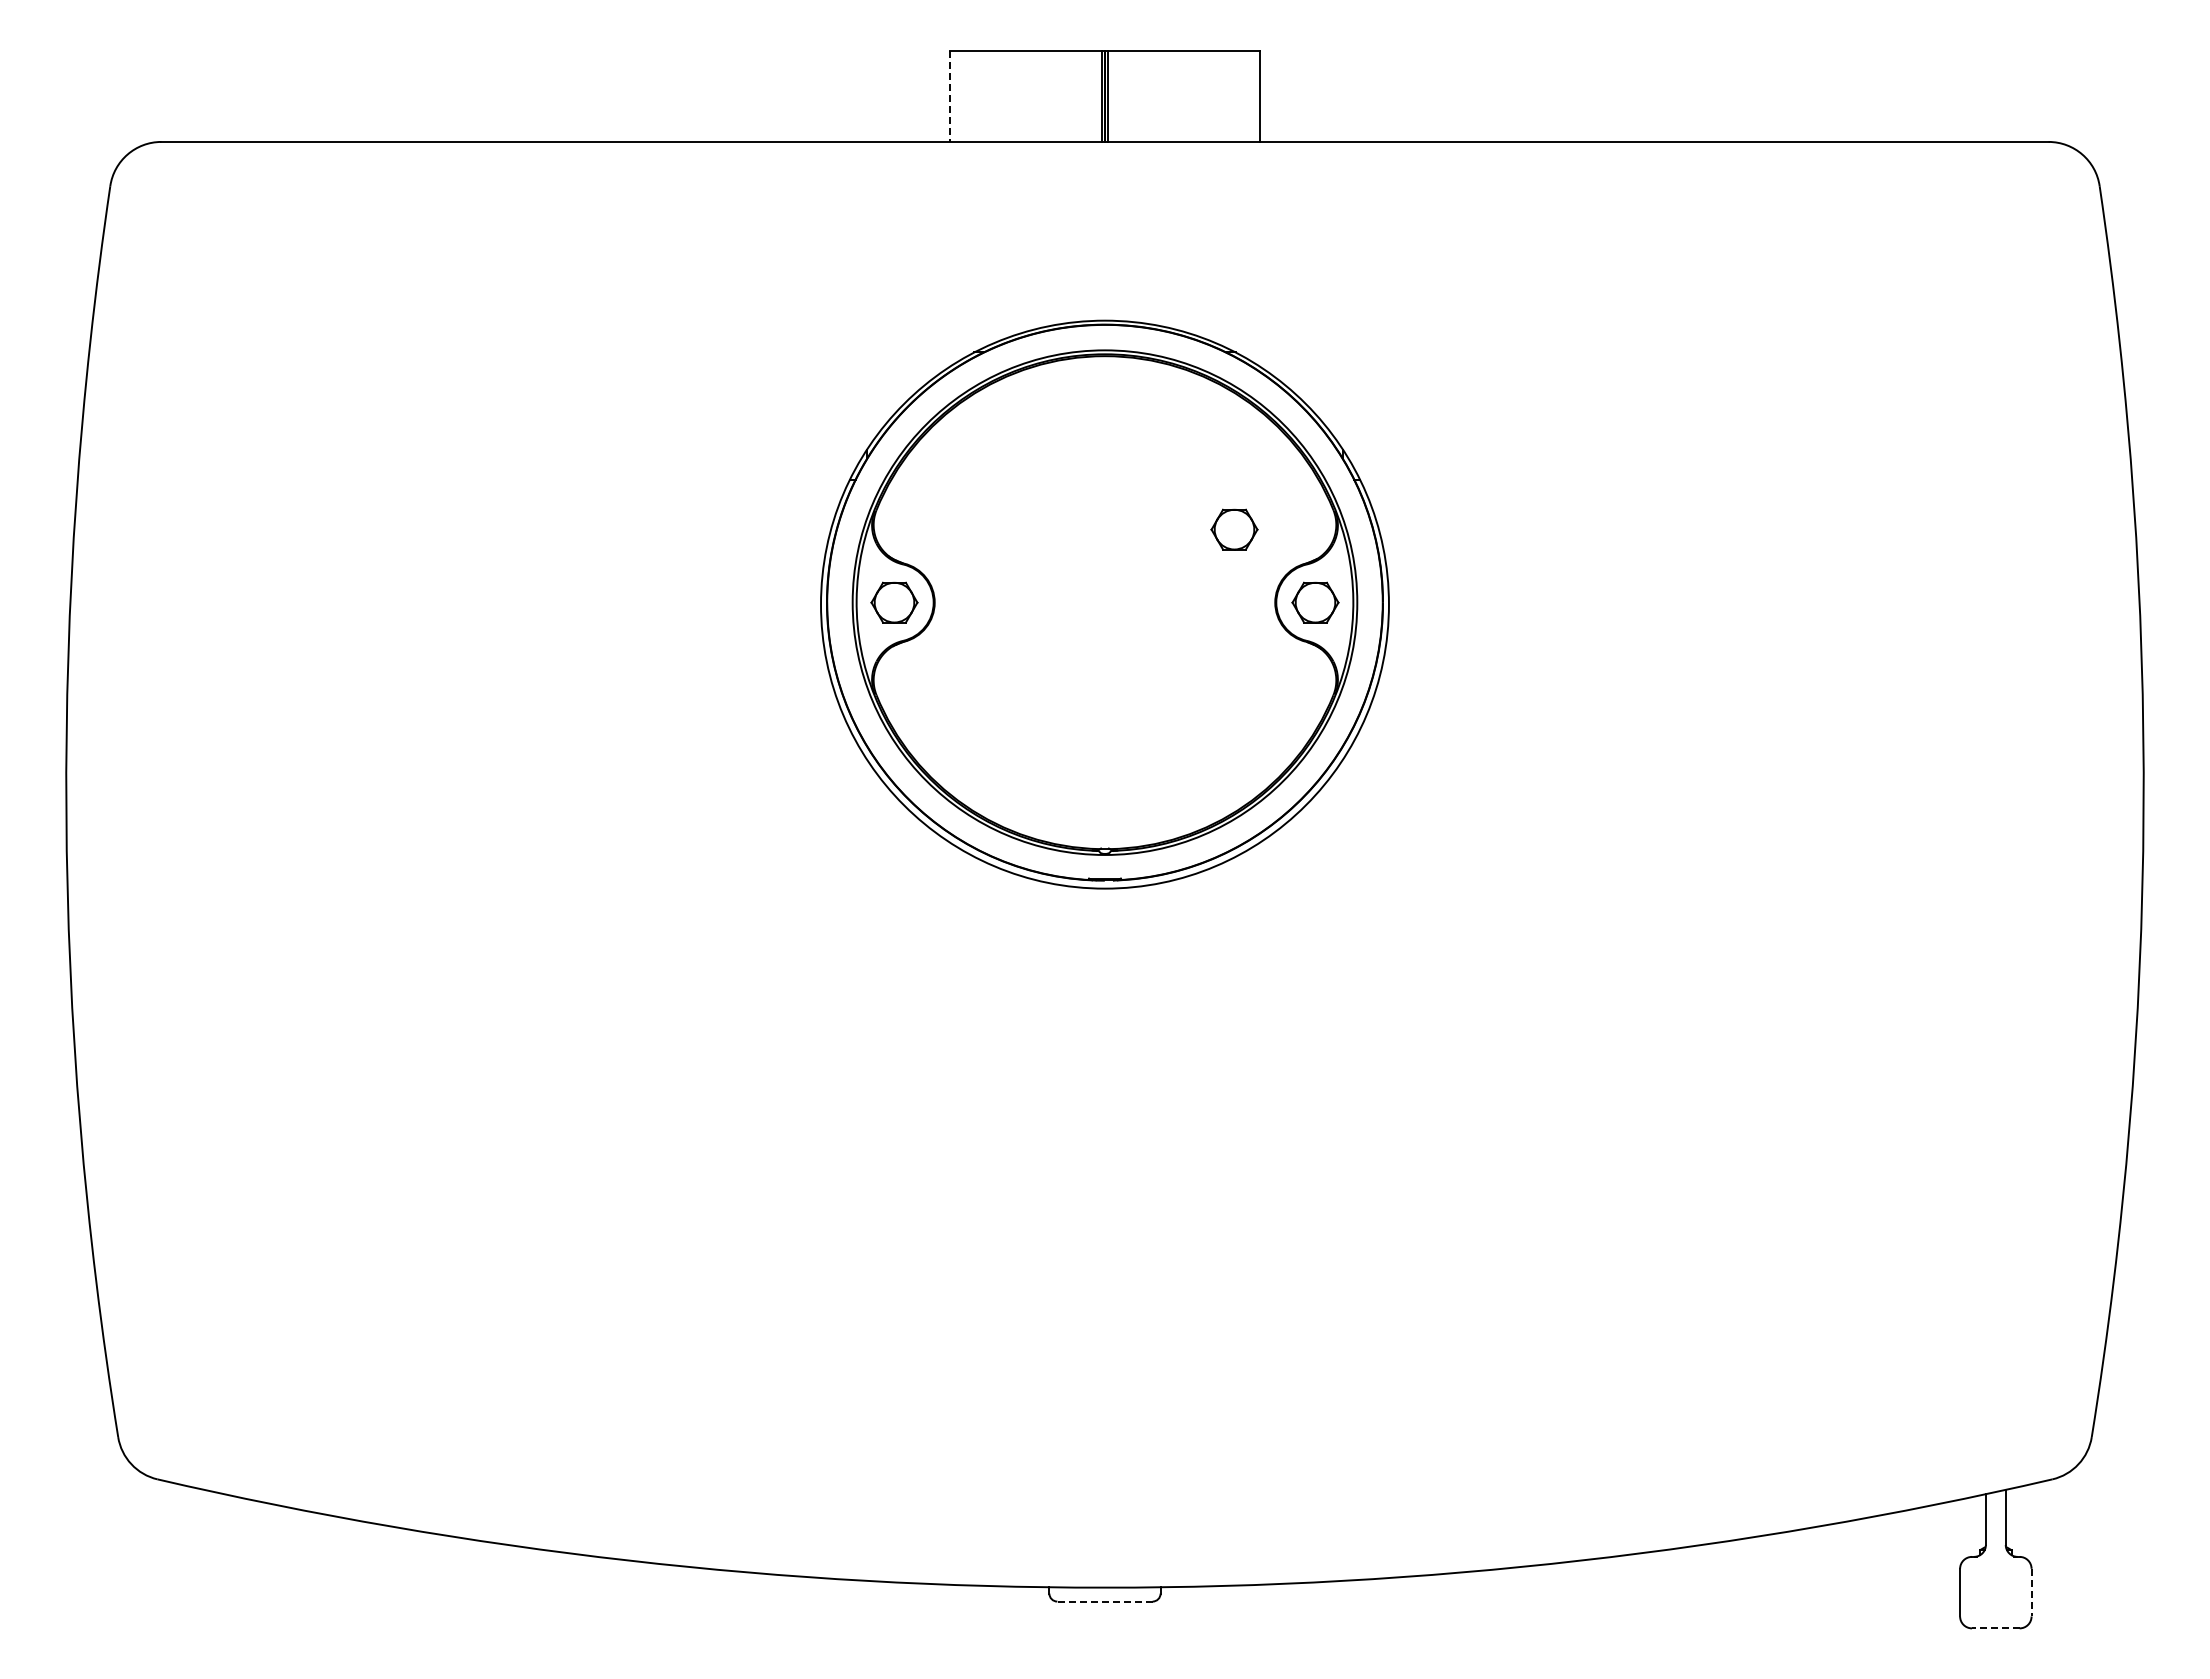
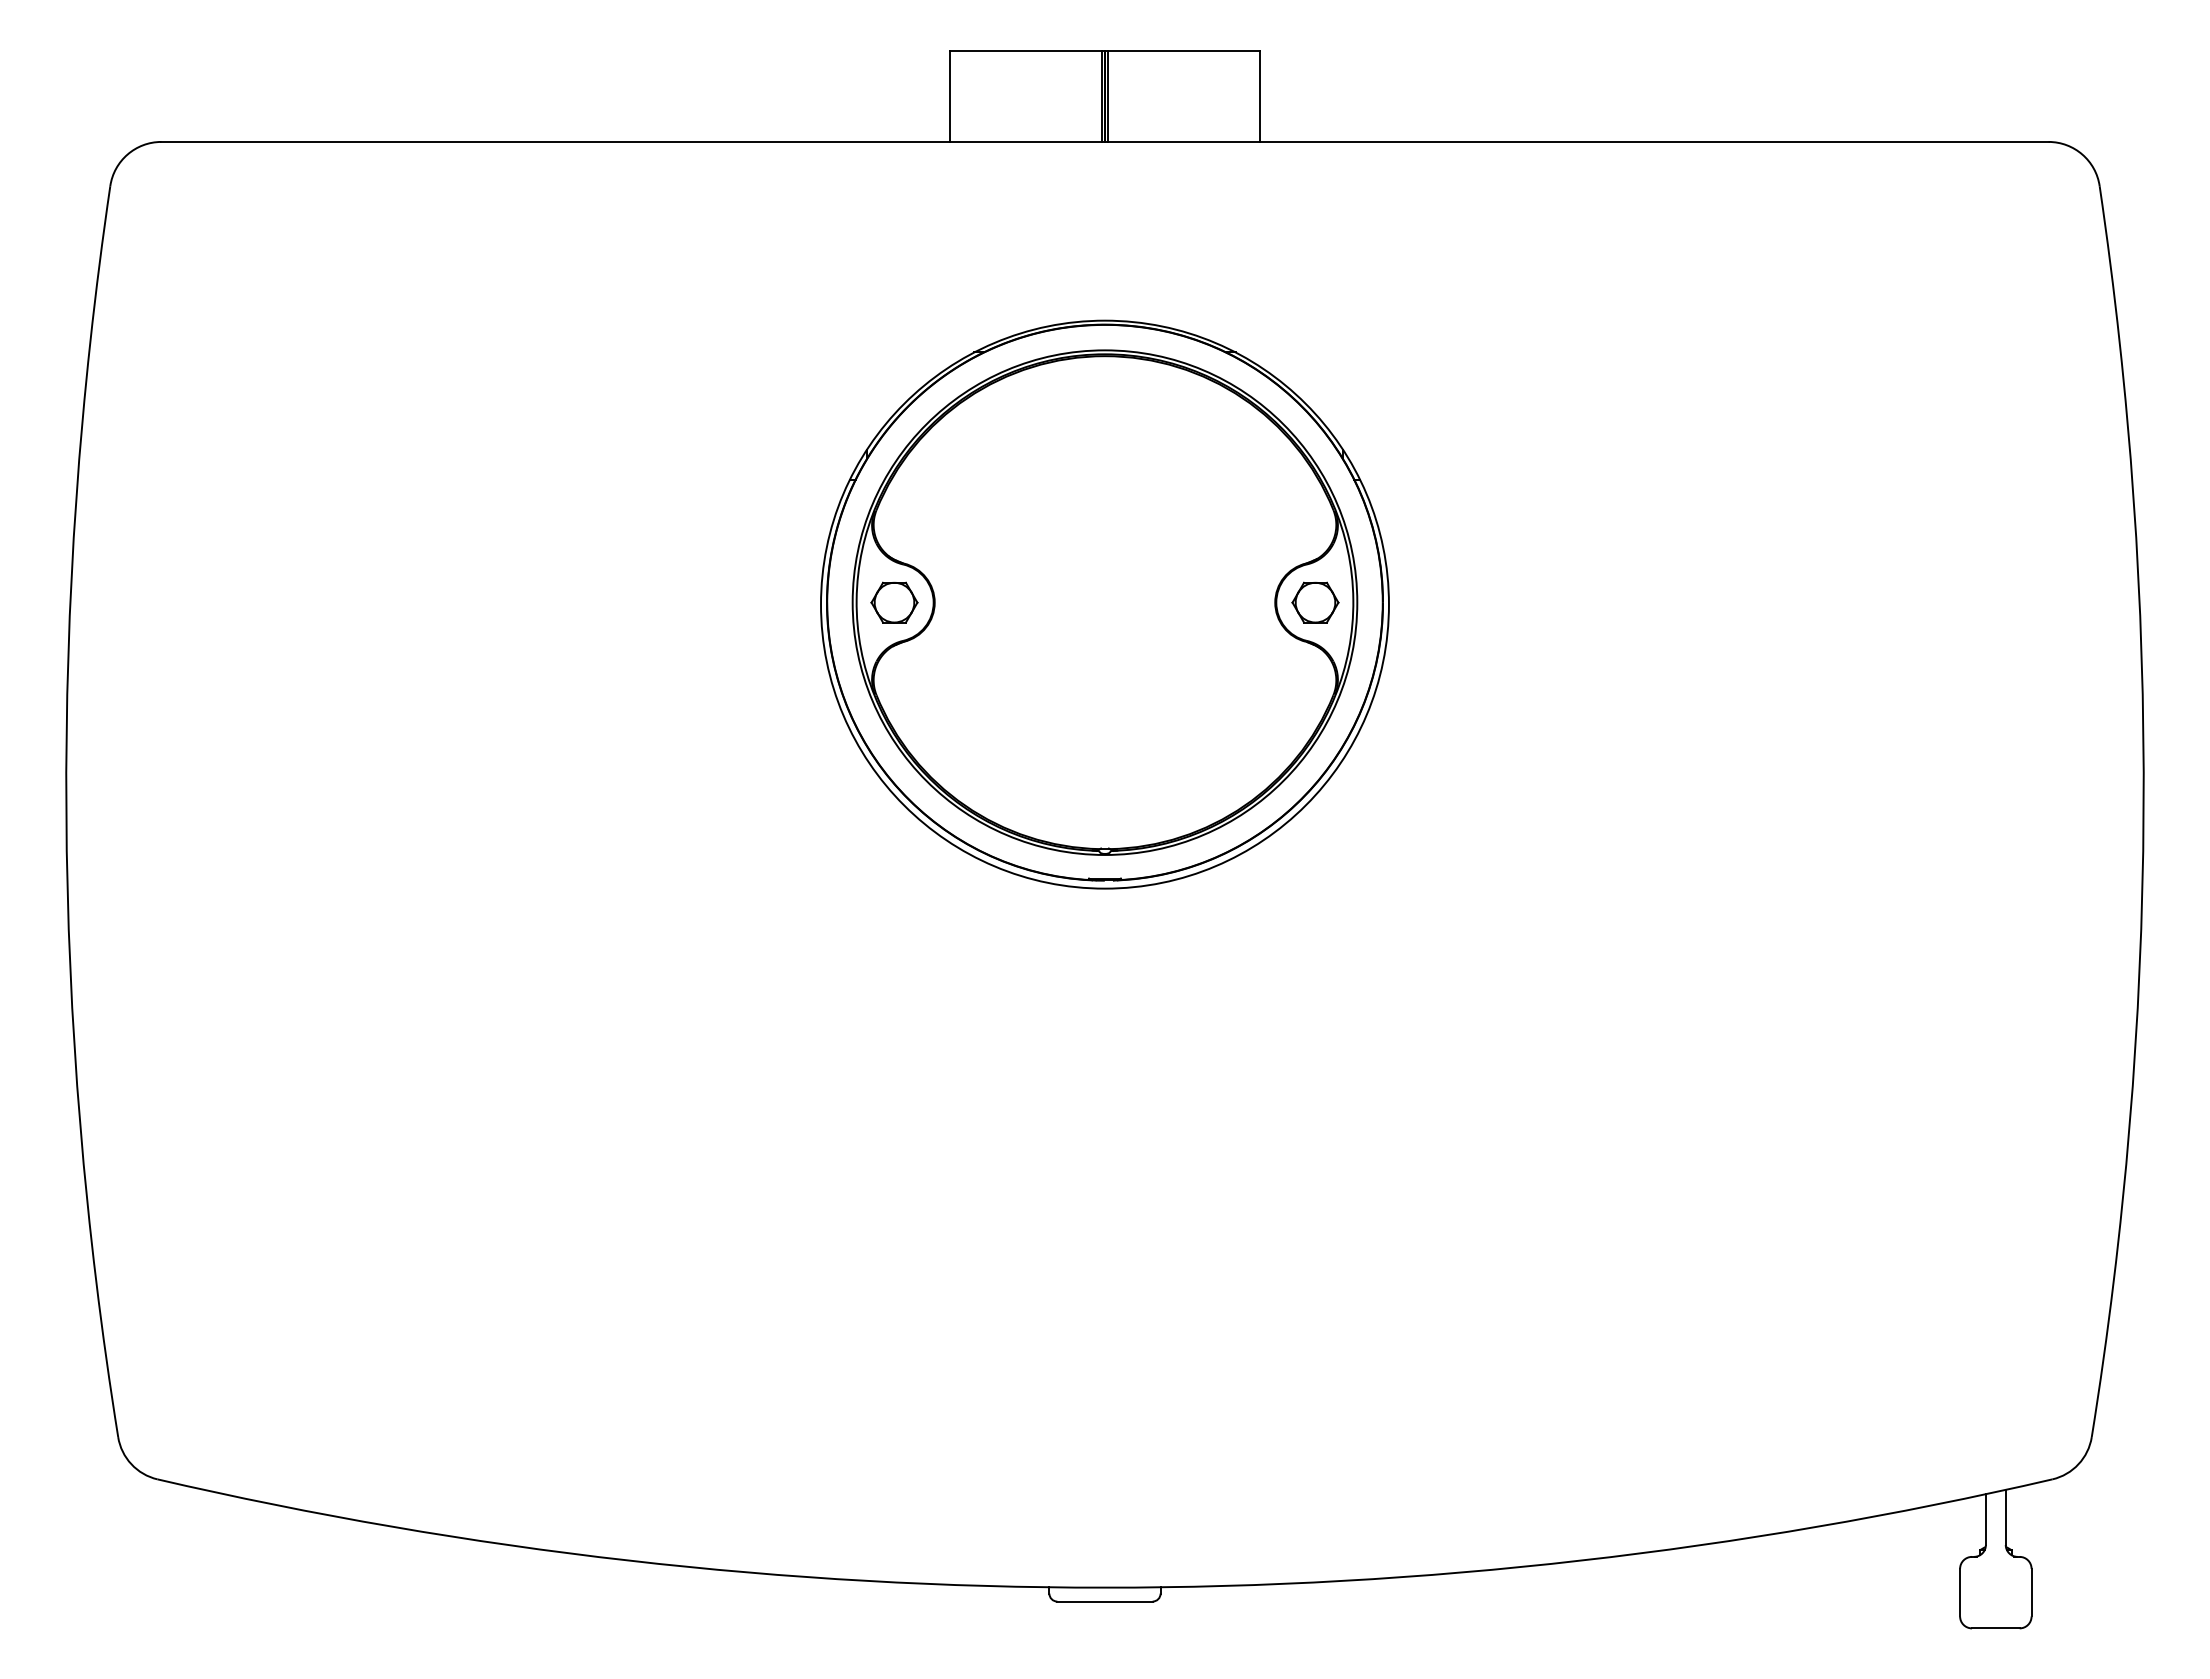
line at (950, 96): dashed -> solid
part at (1234, 529): present -> none
line at (2031, 1592): dashed -> solid
line at (1104, 1601): dashed -> solid
line at (1995, 1628): dashed -> solid
